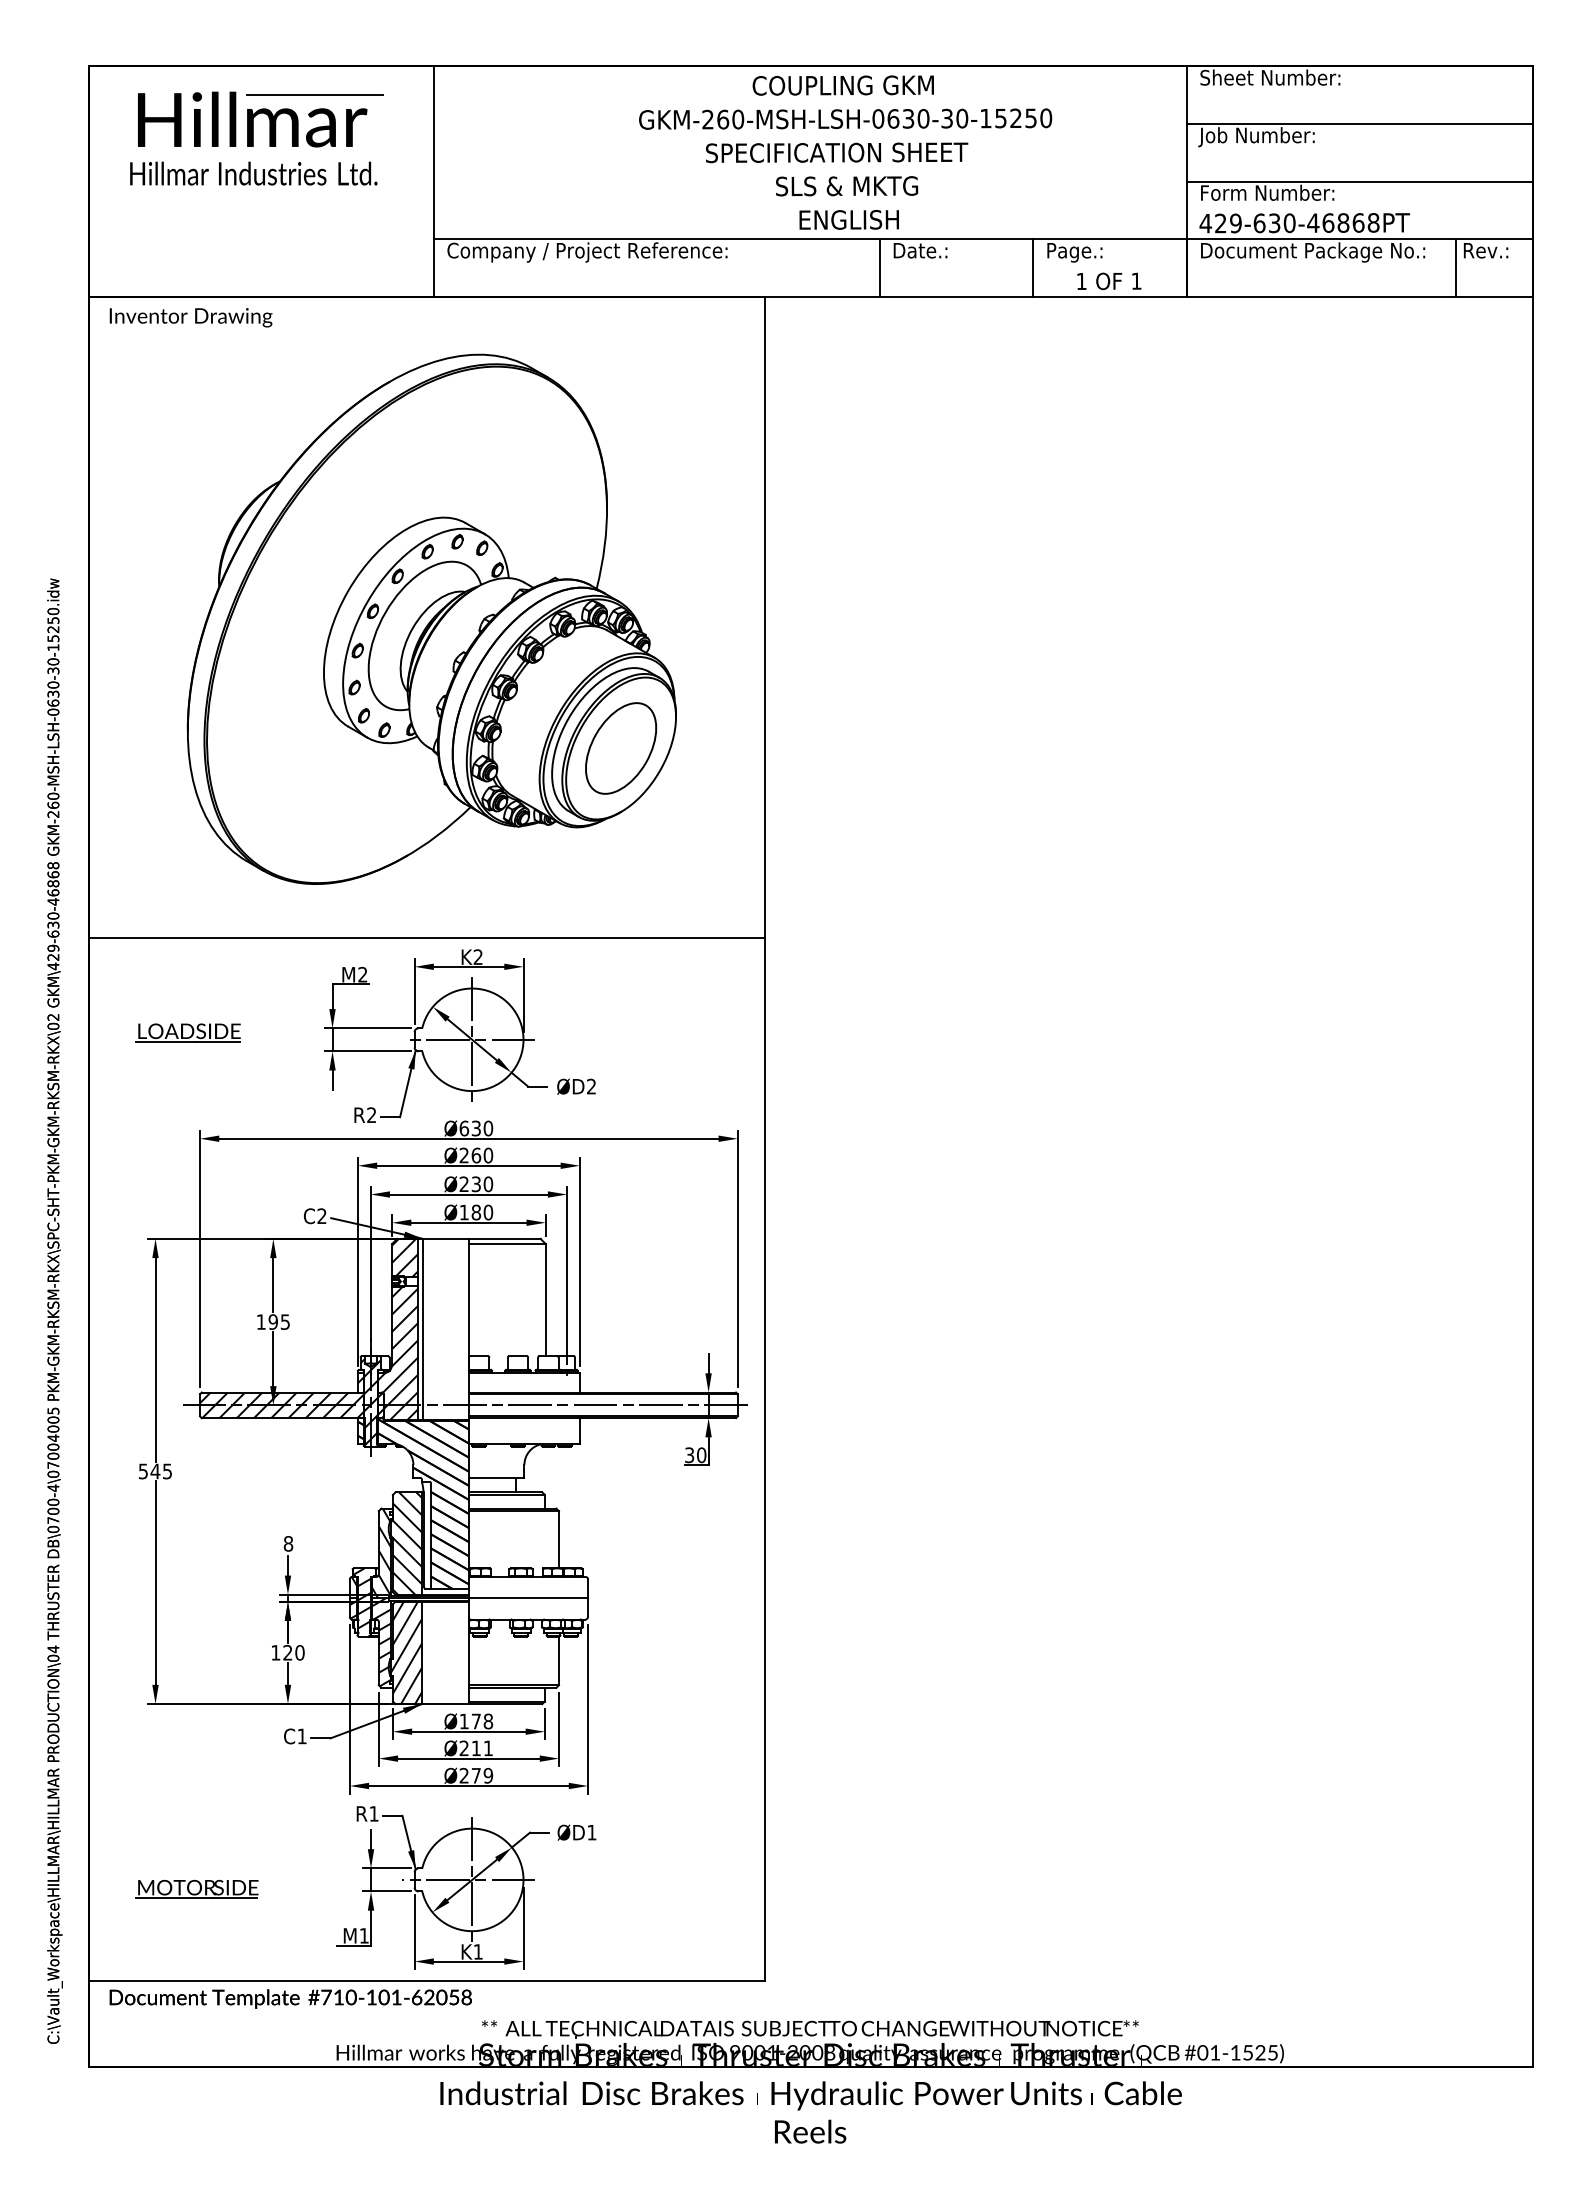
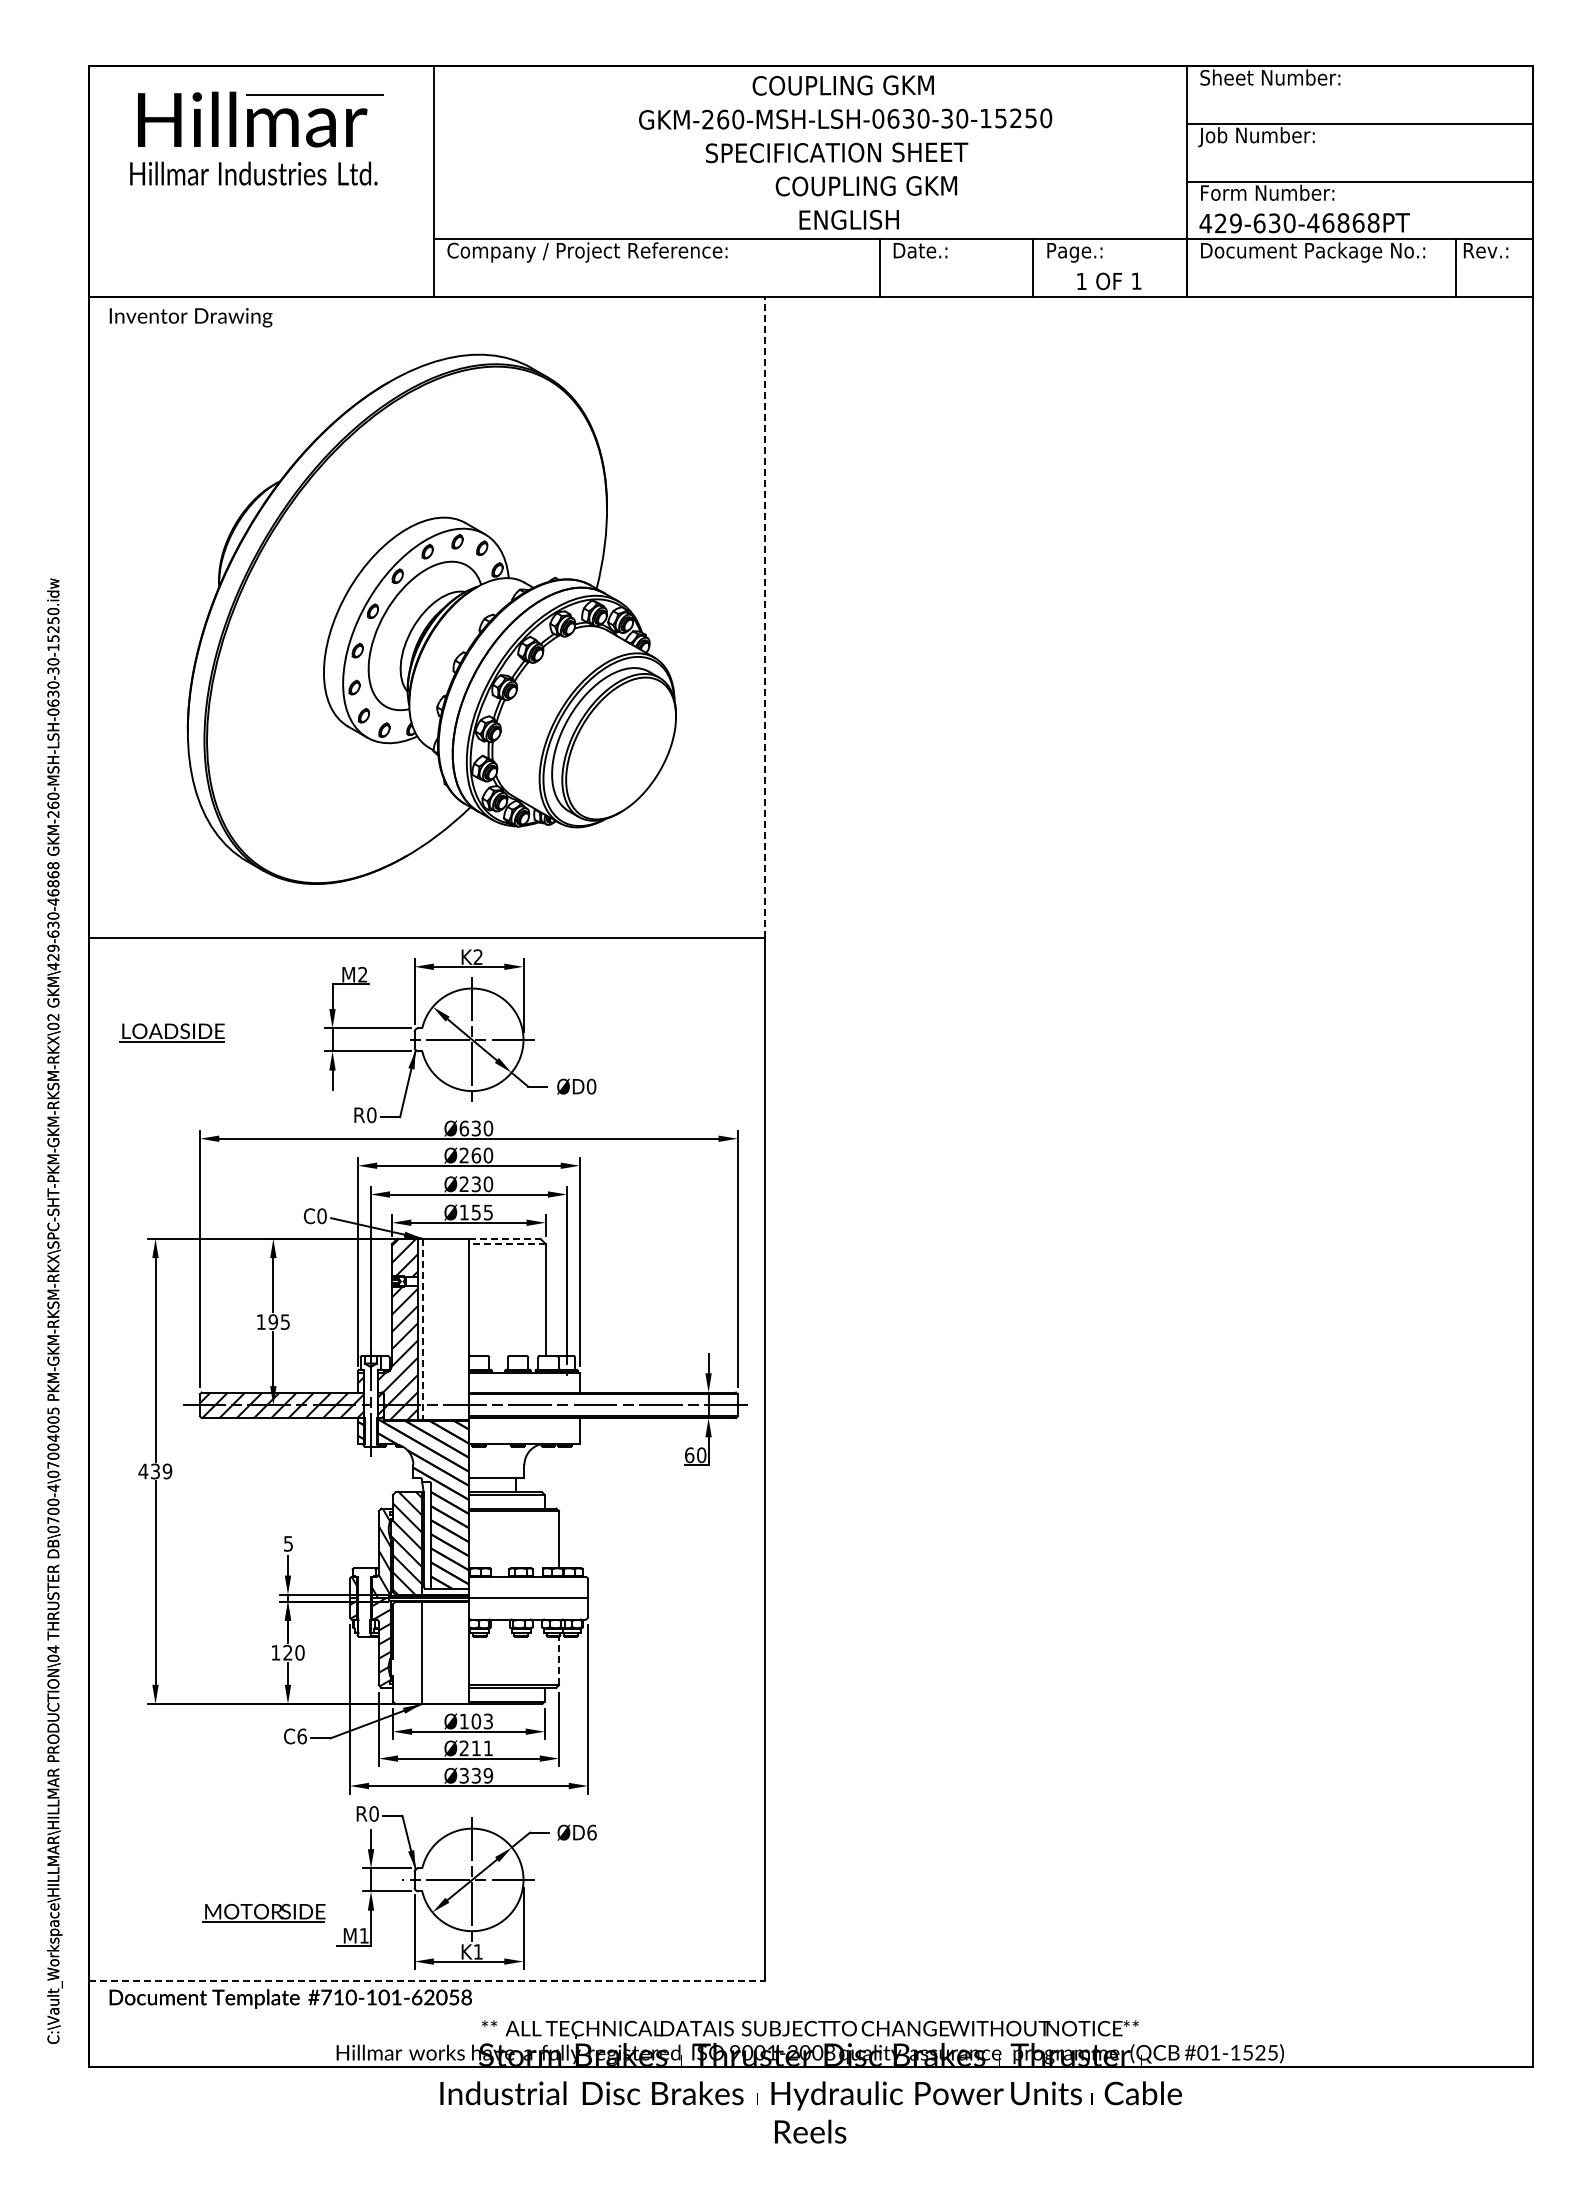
text at (866, 186): SLS & MKTG -> COUPLING GKM
line at (764, 616): solid -> dashed
part at (620, 748): present -> none
part at (187, 1032) position: (187, 1032) -> (171, 1032)
text at (591, 1086): ØD2 -> ØD0
text at (371, 1115): R2 -> R0
text at (482, 1212): Ø180 -> Ø155
text at (321, 1216): C2 -> C0
line at (504, 1238): solid -> dashed
line at (506, 1244): solid -> dashed
line at (423, 1329): solid -> dashed
hatch at (370, 1402): present -> none
text at (689, 1455): 30 -> 60
text at (155, 1471): 545 -> 439
text at (288, 1543): 8 -> 5
hatch at (364, 1602): present -> none
hatch at (405, 1652): present -> none
line at (558, 1660): solid -> dashed
text at (482, 1721): Ø178 -> Ø103
text at (301, 1736): C1 -> C6
text at (469, 1775): Ø279 -> Ø339
text at (373, 1813): R1 -> R0
text at (591, 1832): ØD1 -> ØD6
part at (196, 1888) position: (196, 1888) -> (263, 1912)
line at (427, 1980): solid -> dashed
